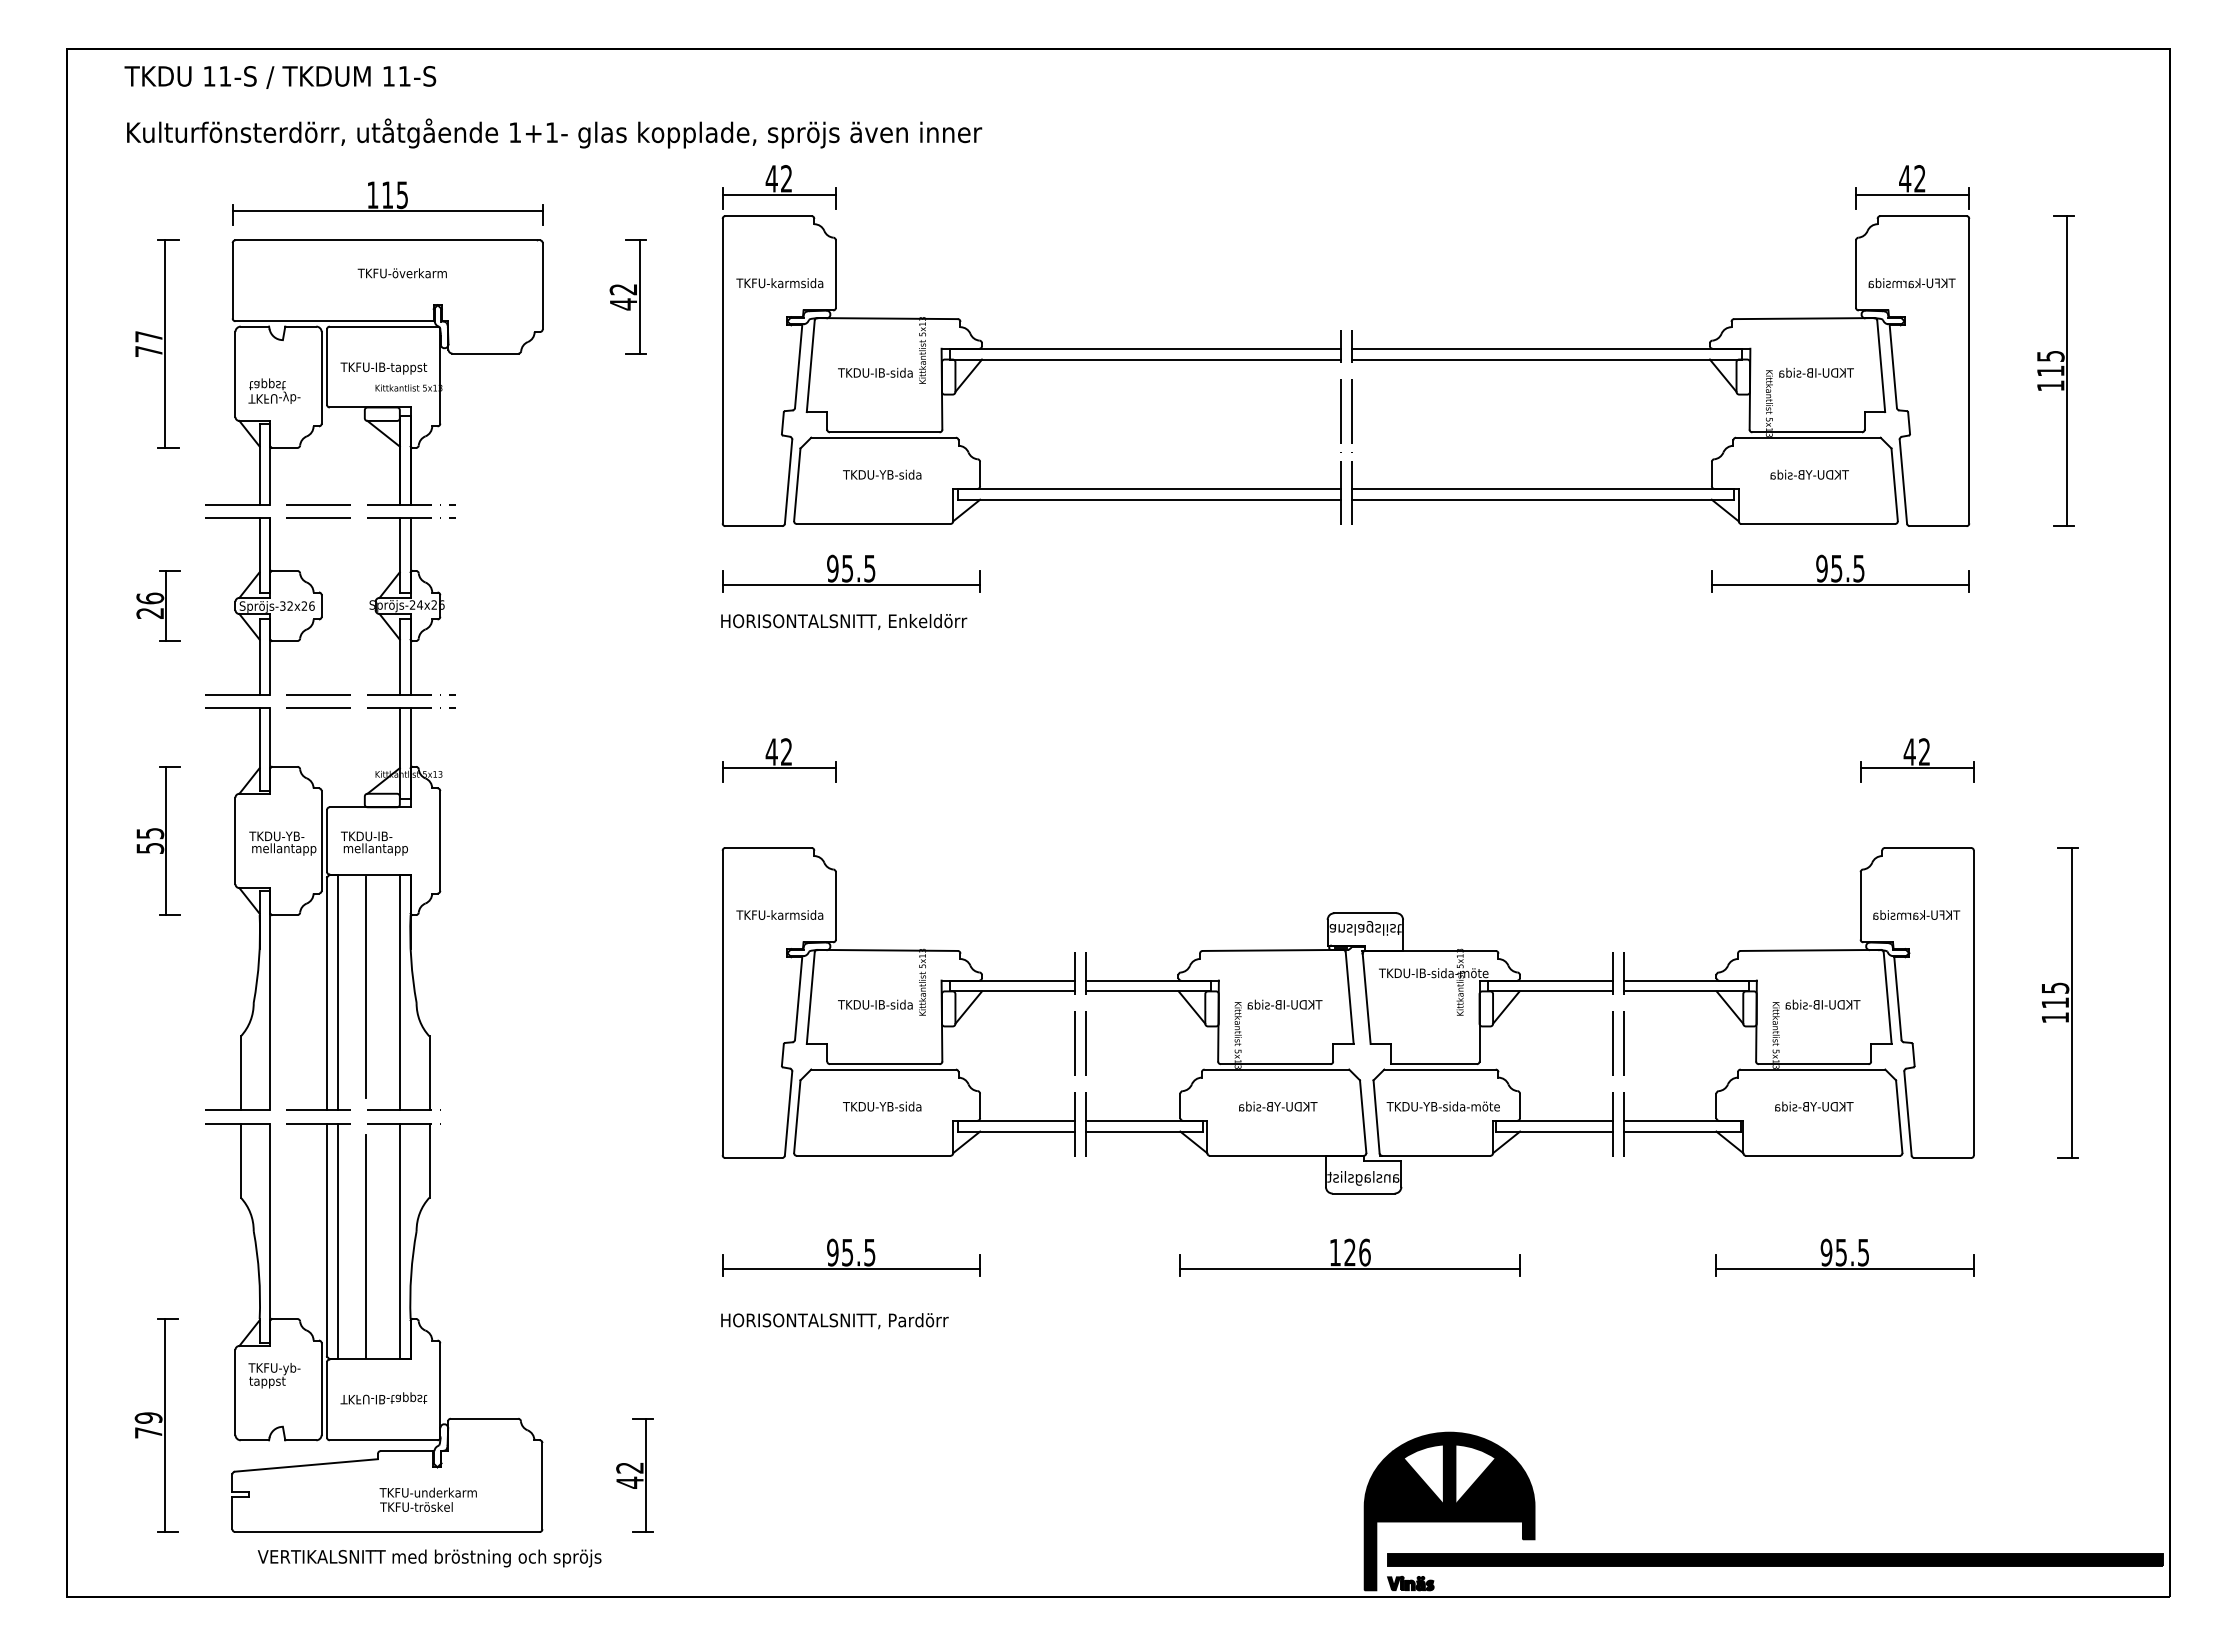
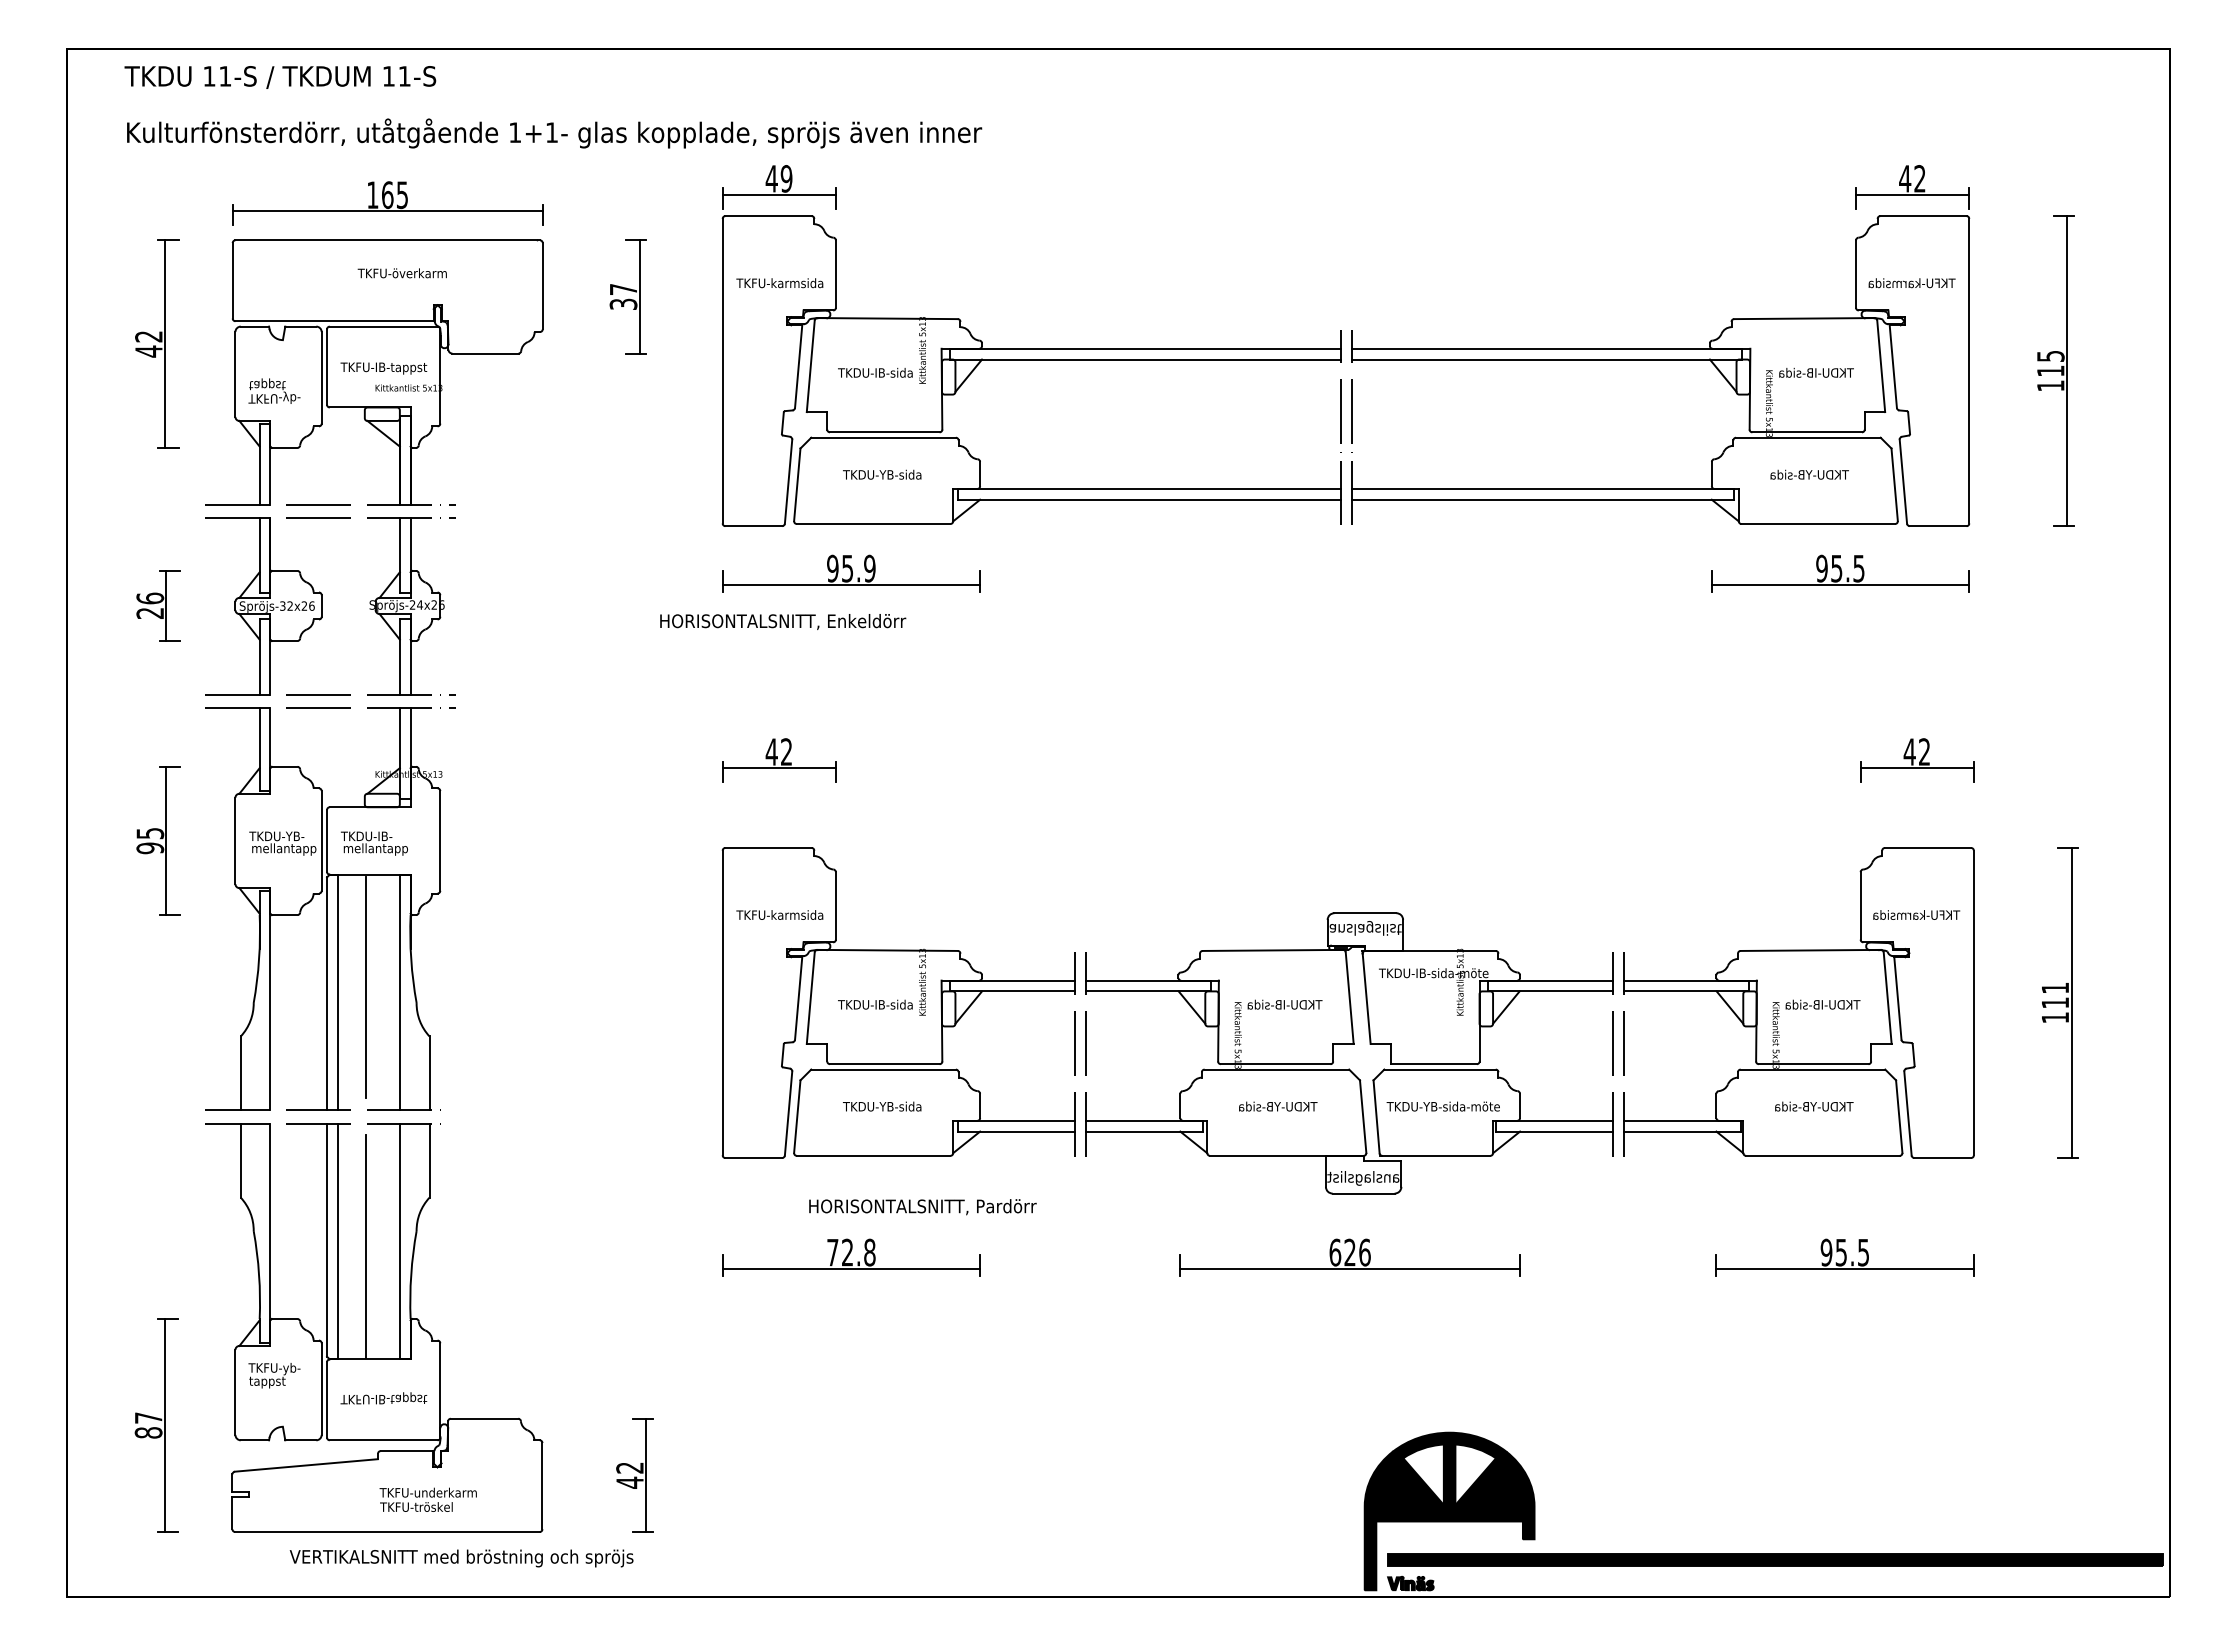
text at (786, 178): 42 -> 49
text at (387, 195): 115 -> 165
text at (623, 297): 42 -> 37
text at (148, 344): 77 -> 42
text at (869, 568): 95.5 -> 95.9
text at (844, 621) position: (844, 621) -> (783, 621)
text at (149, 848): 55 -> 95
text at (2055, 987): 115 -> 111
text at (851, 1252): 95.5 -> 72.8
text at (1335, 1252): 126 -> 626
text at (834, 1321) position: (834, 1321) -> (922, 1207)
text at (148, 1425): 79 -> 87
text at (429, 1558) position: (429, 1558) -> (461, 1558)
